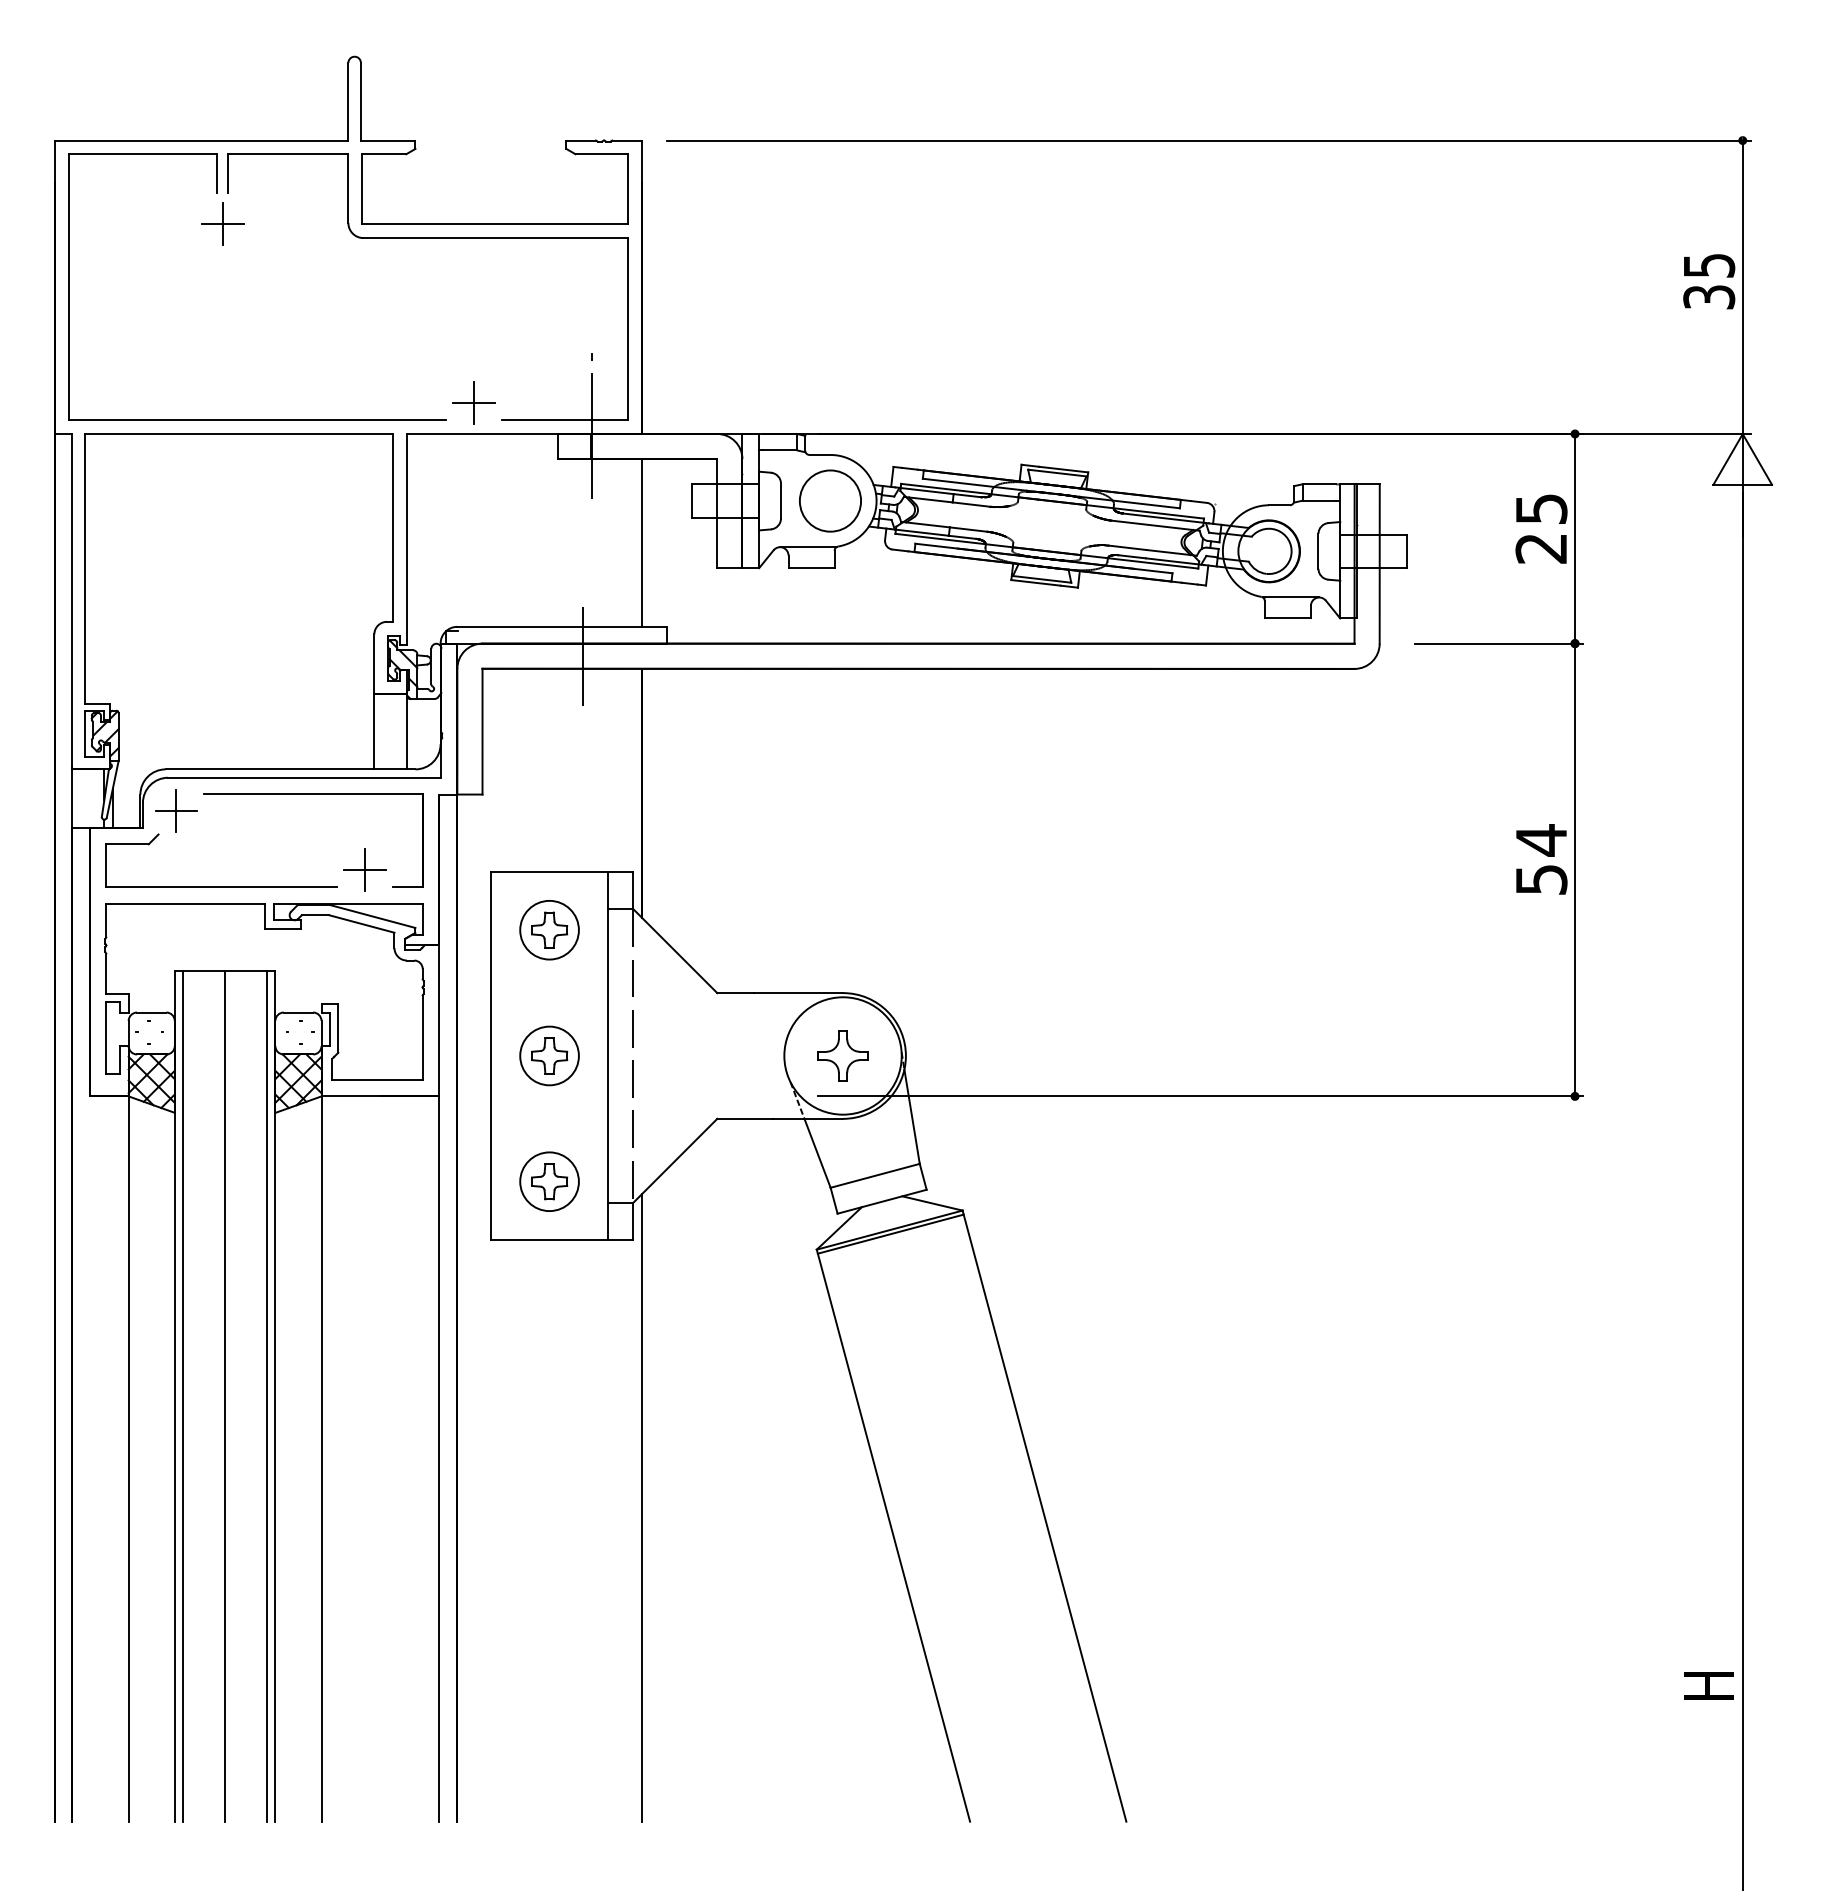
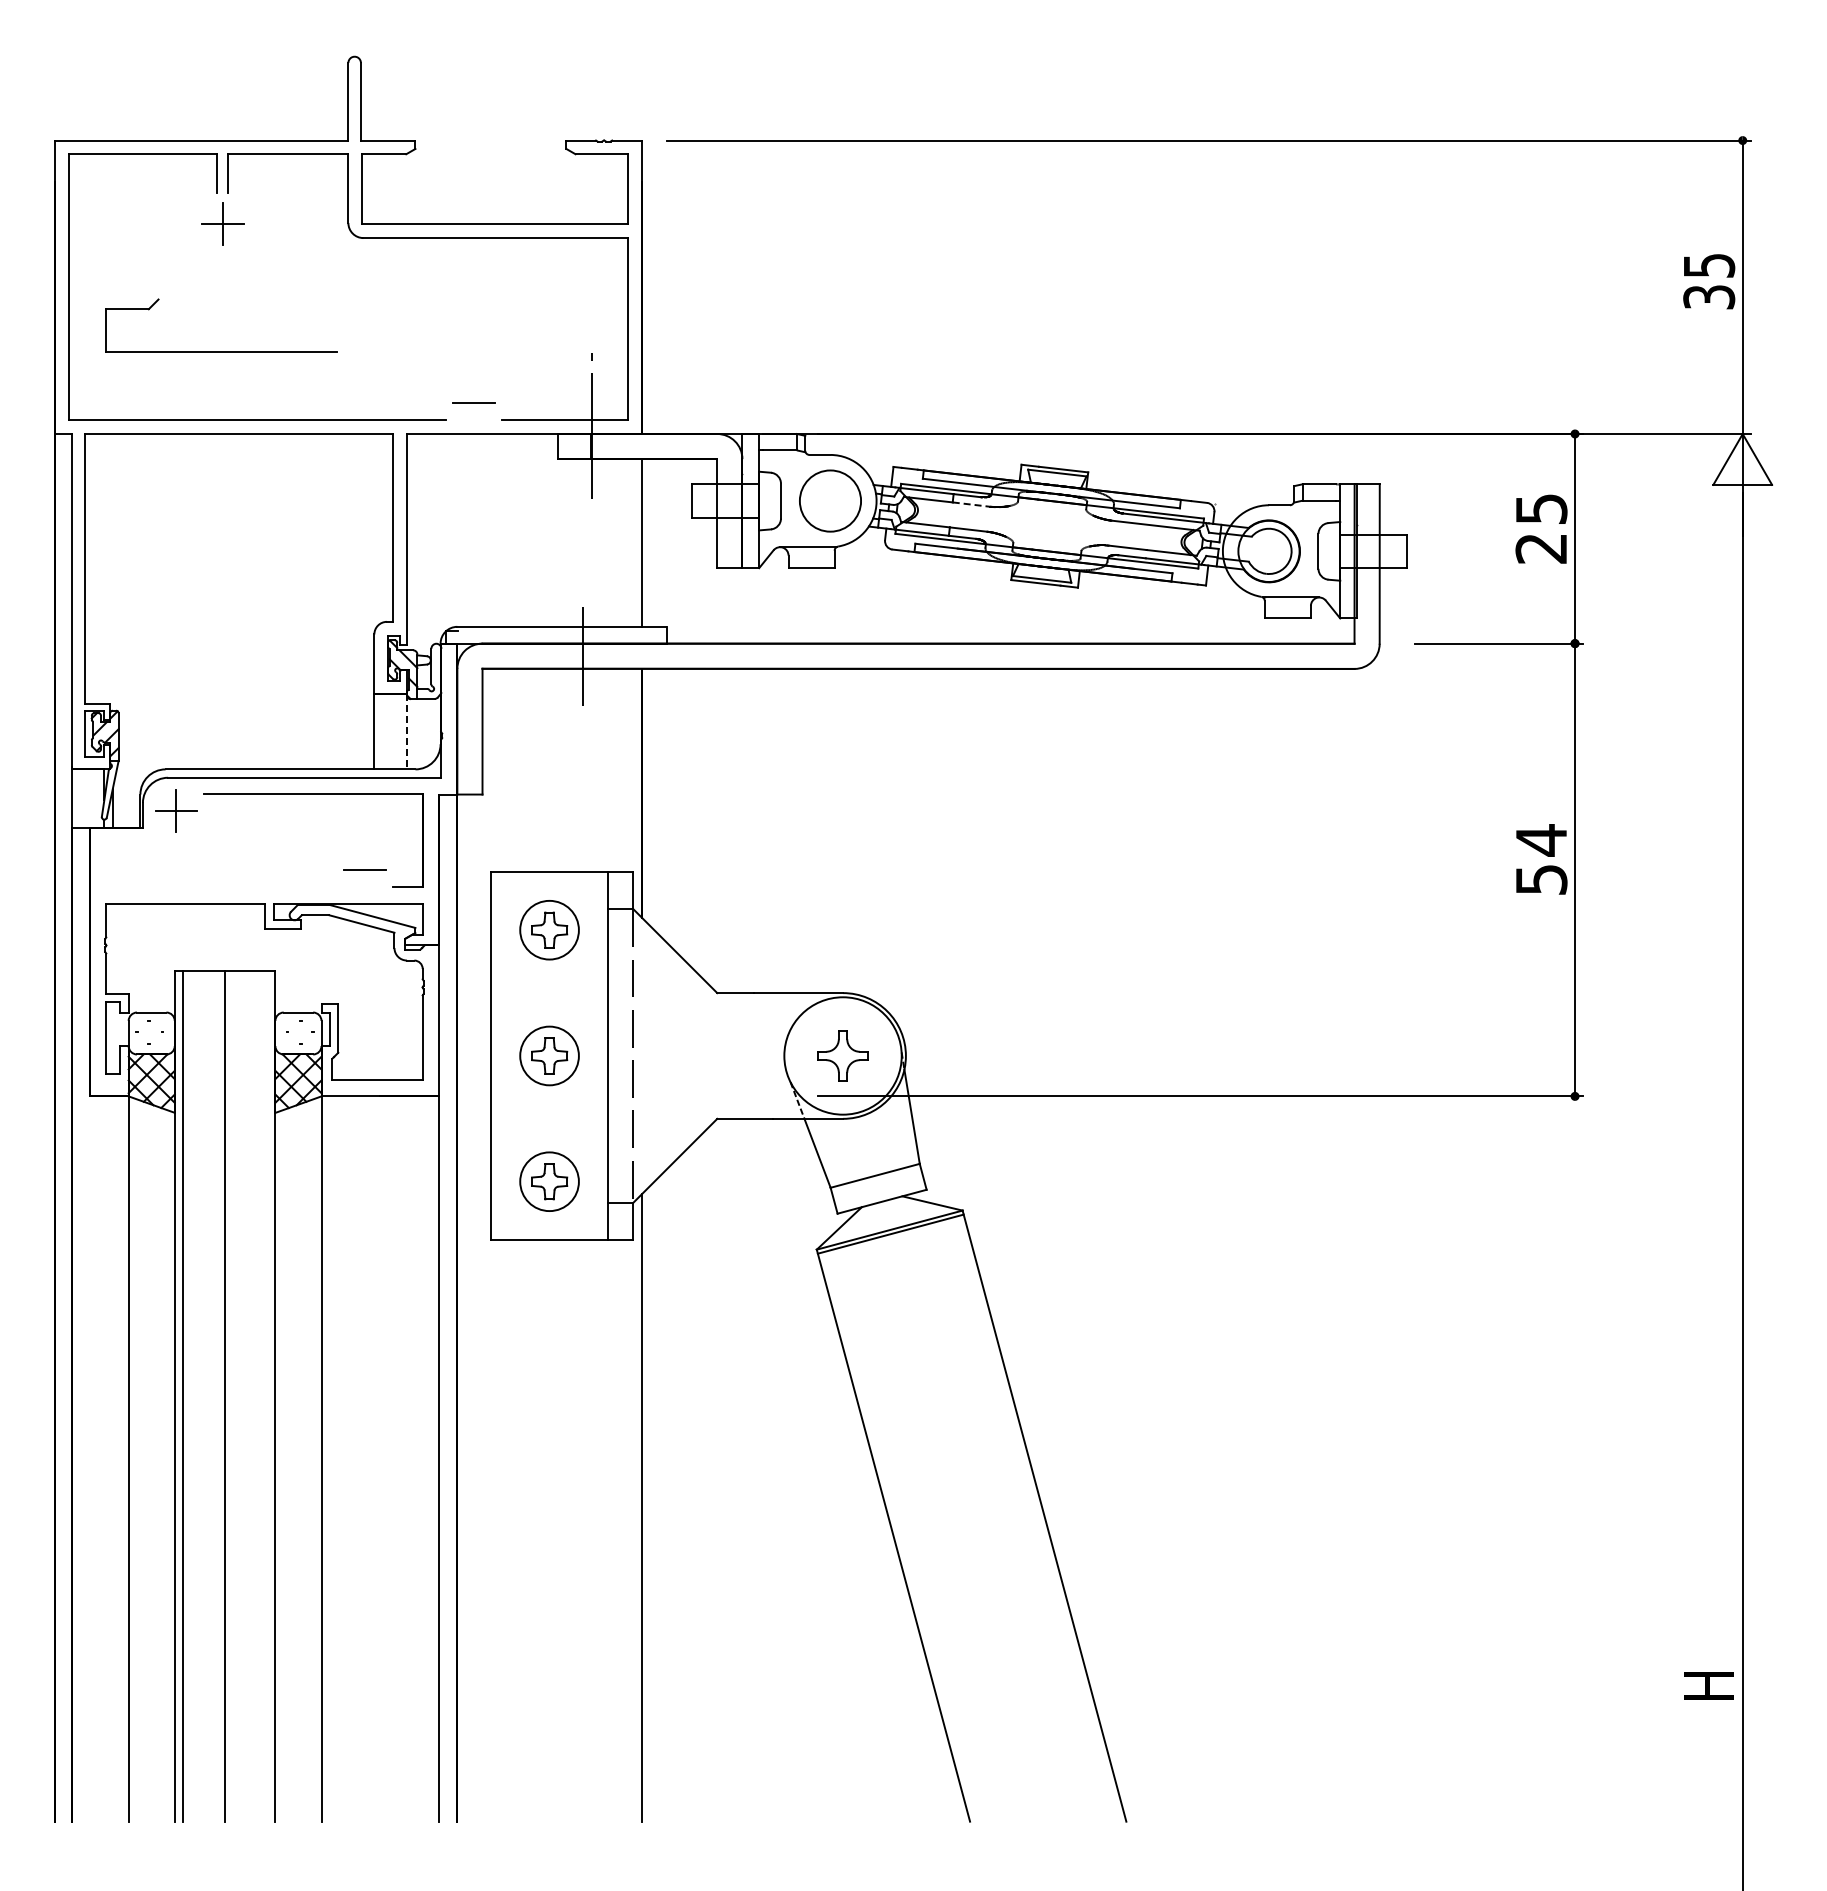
line at (474, 402): present -> none
line at (971, 504): solid -> dashed
line at (407, 731): solid -> dashed
line at (365, 869): present -> none
part at (221, 886) position: (221, 886) -> (221, 351)
line at (267, 1395): present -> none
